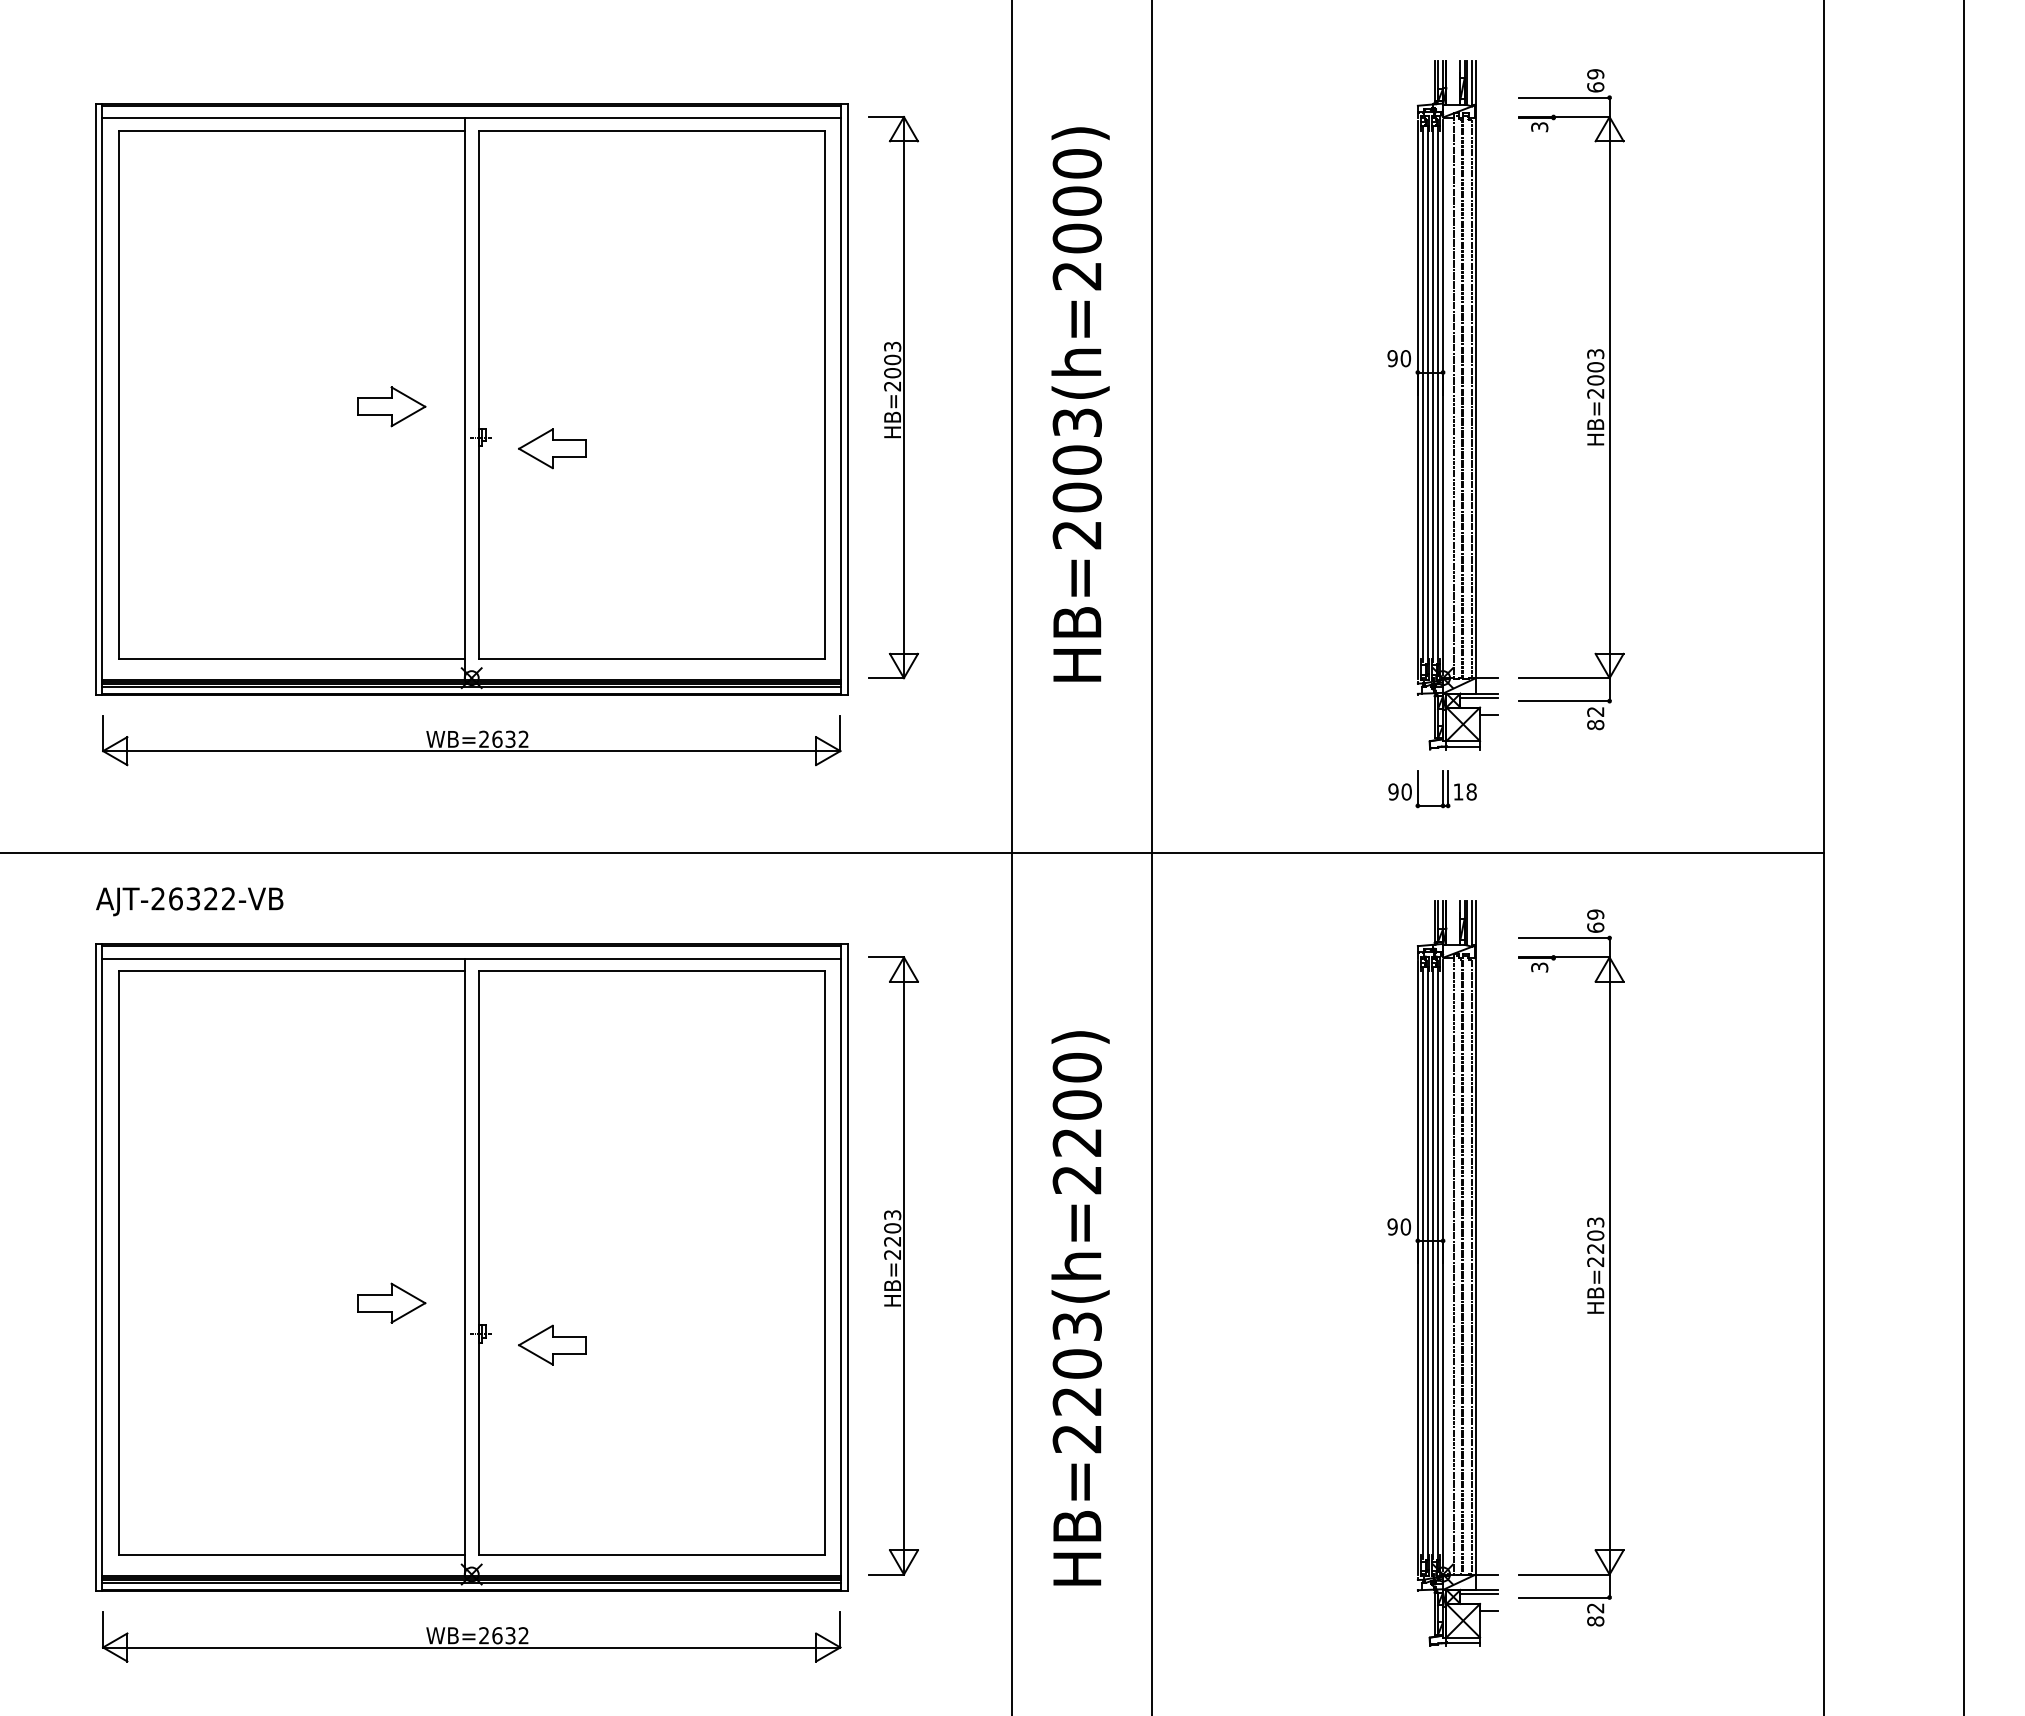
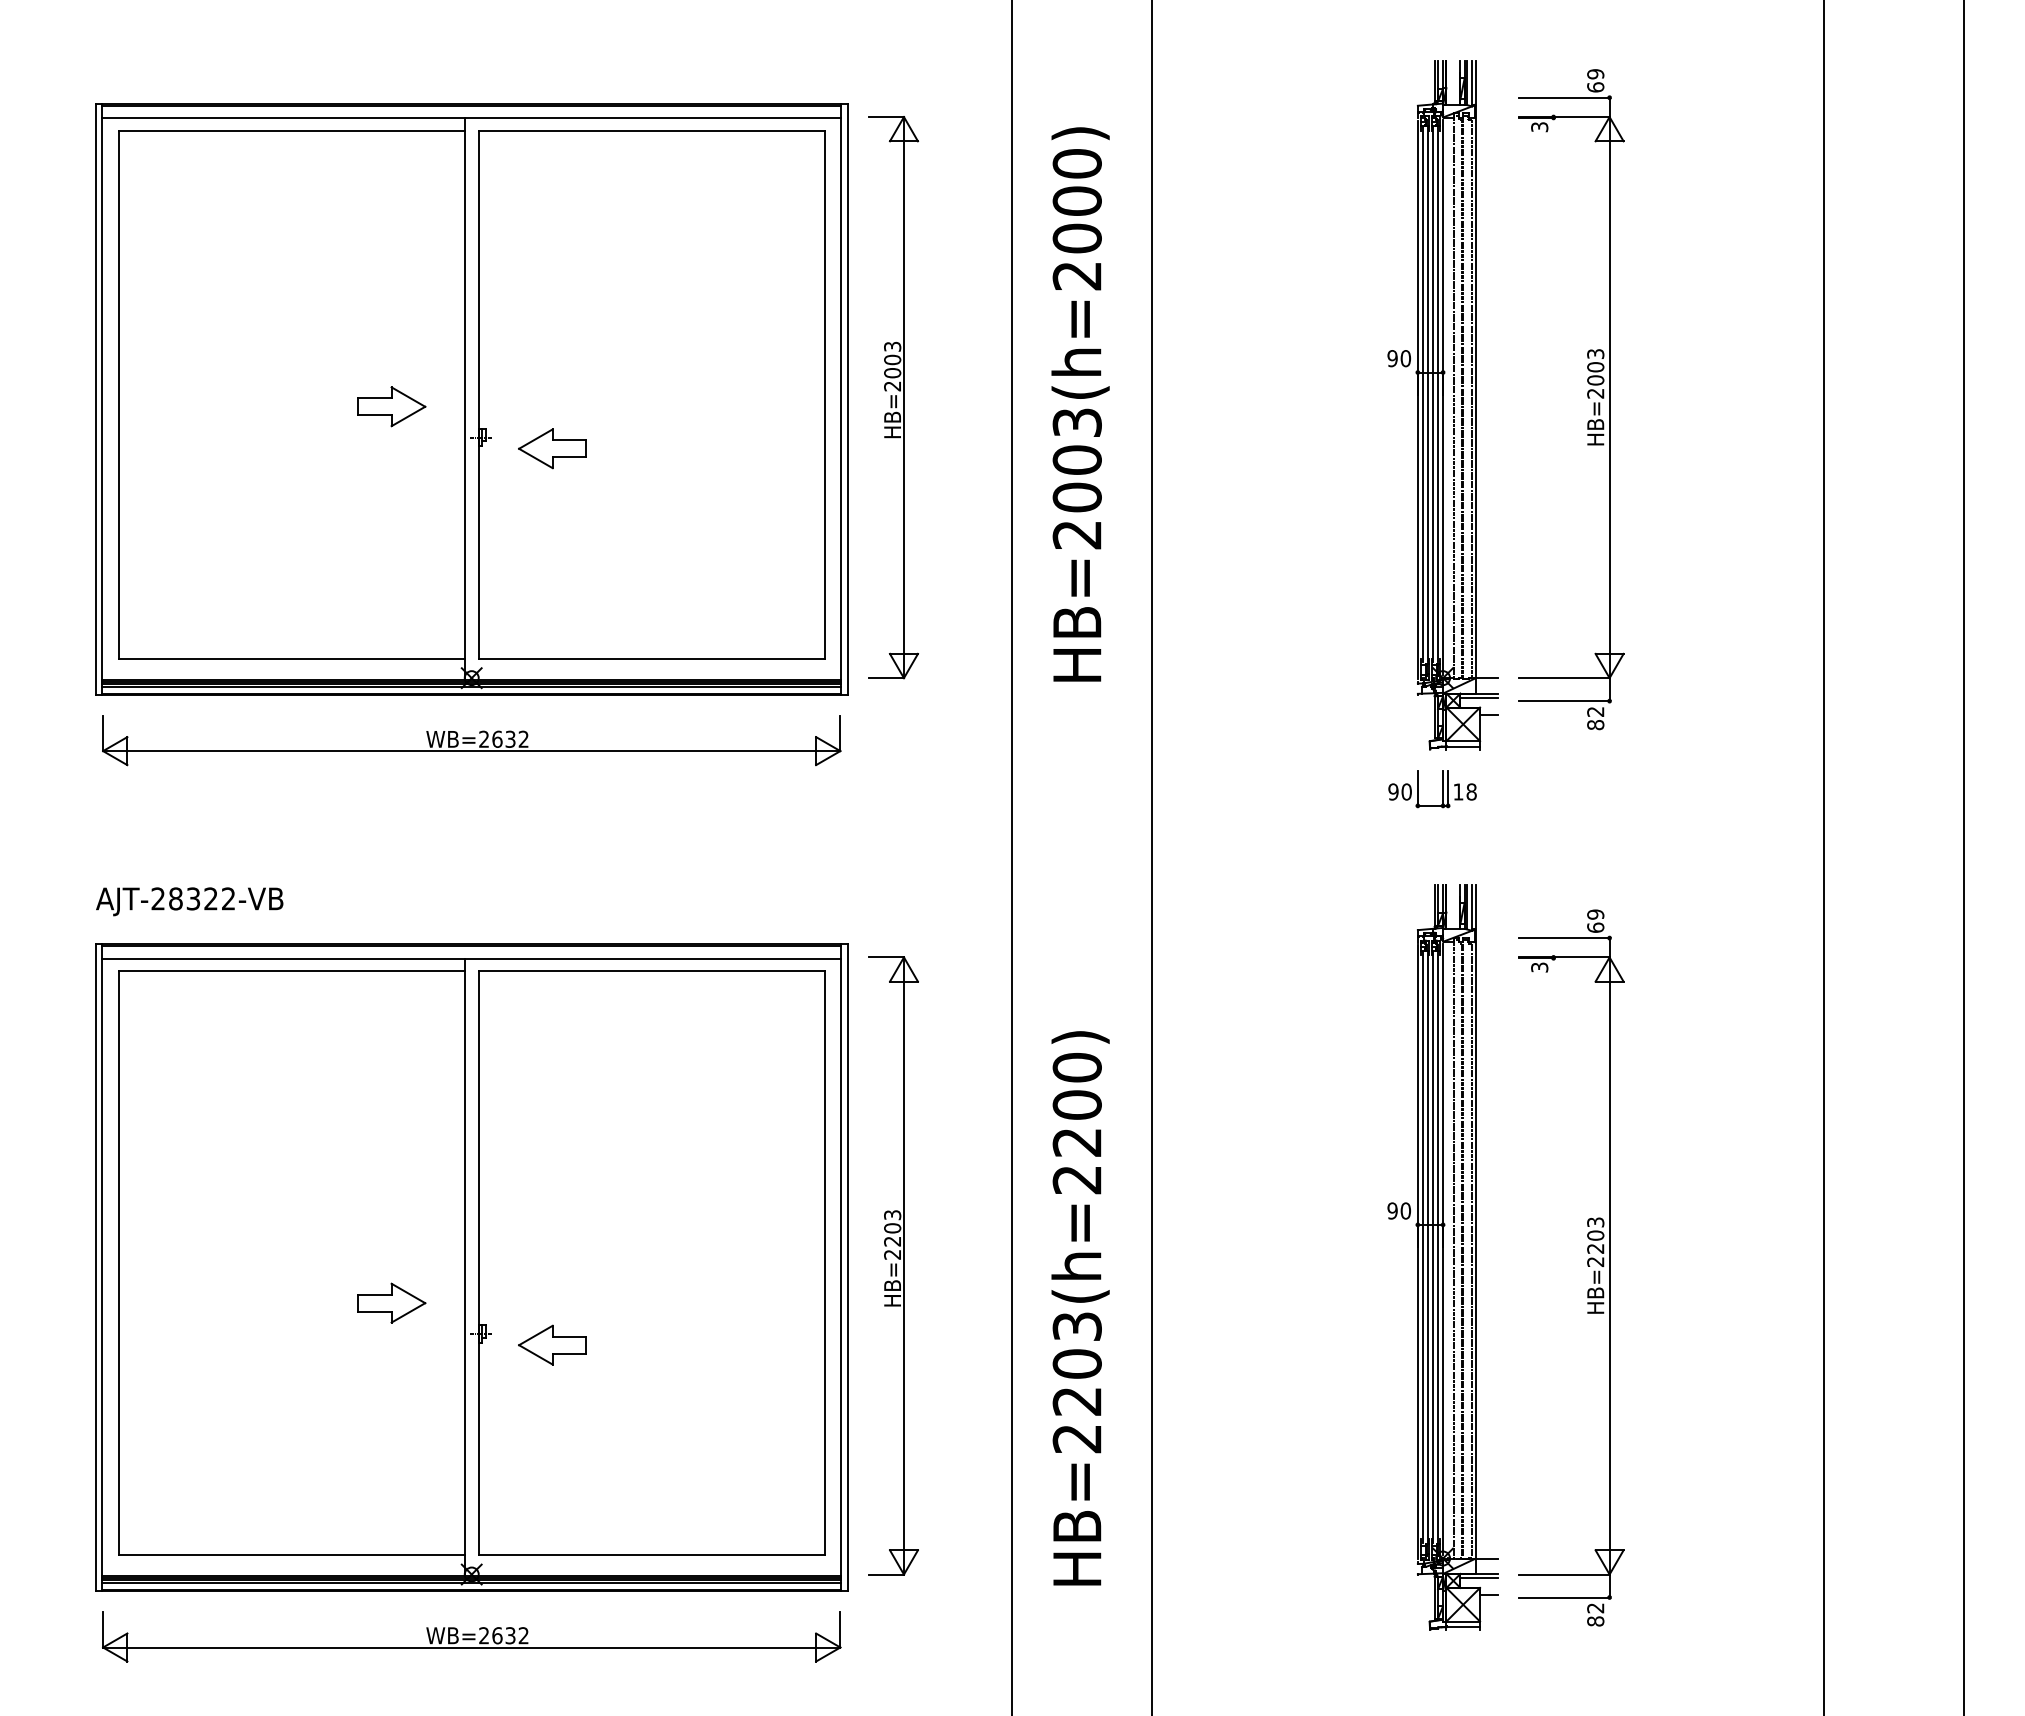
line at (913, 853): present -> none
text at (175, 898): AJT-26322-VB -> AJT-28322-VB
part at (1442, 1273) position: (1442, 1273) -> (1442, 1257)
